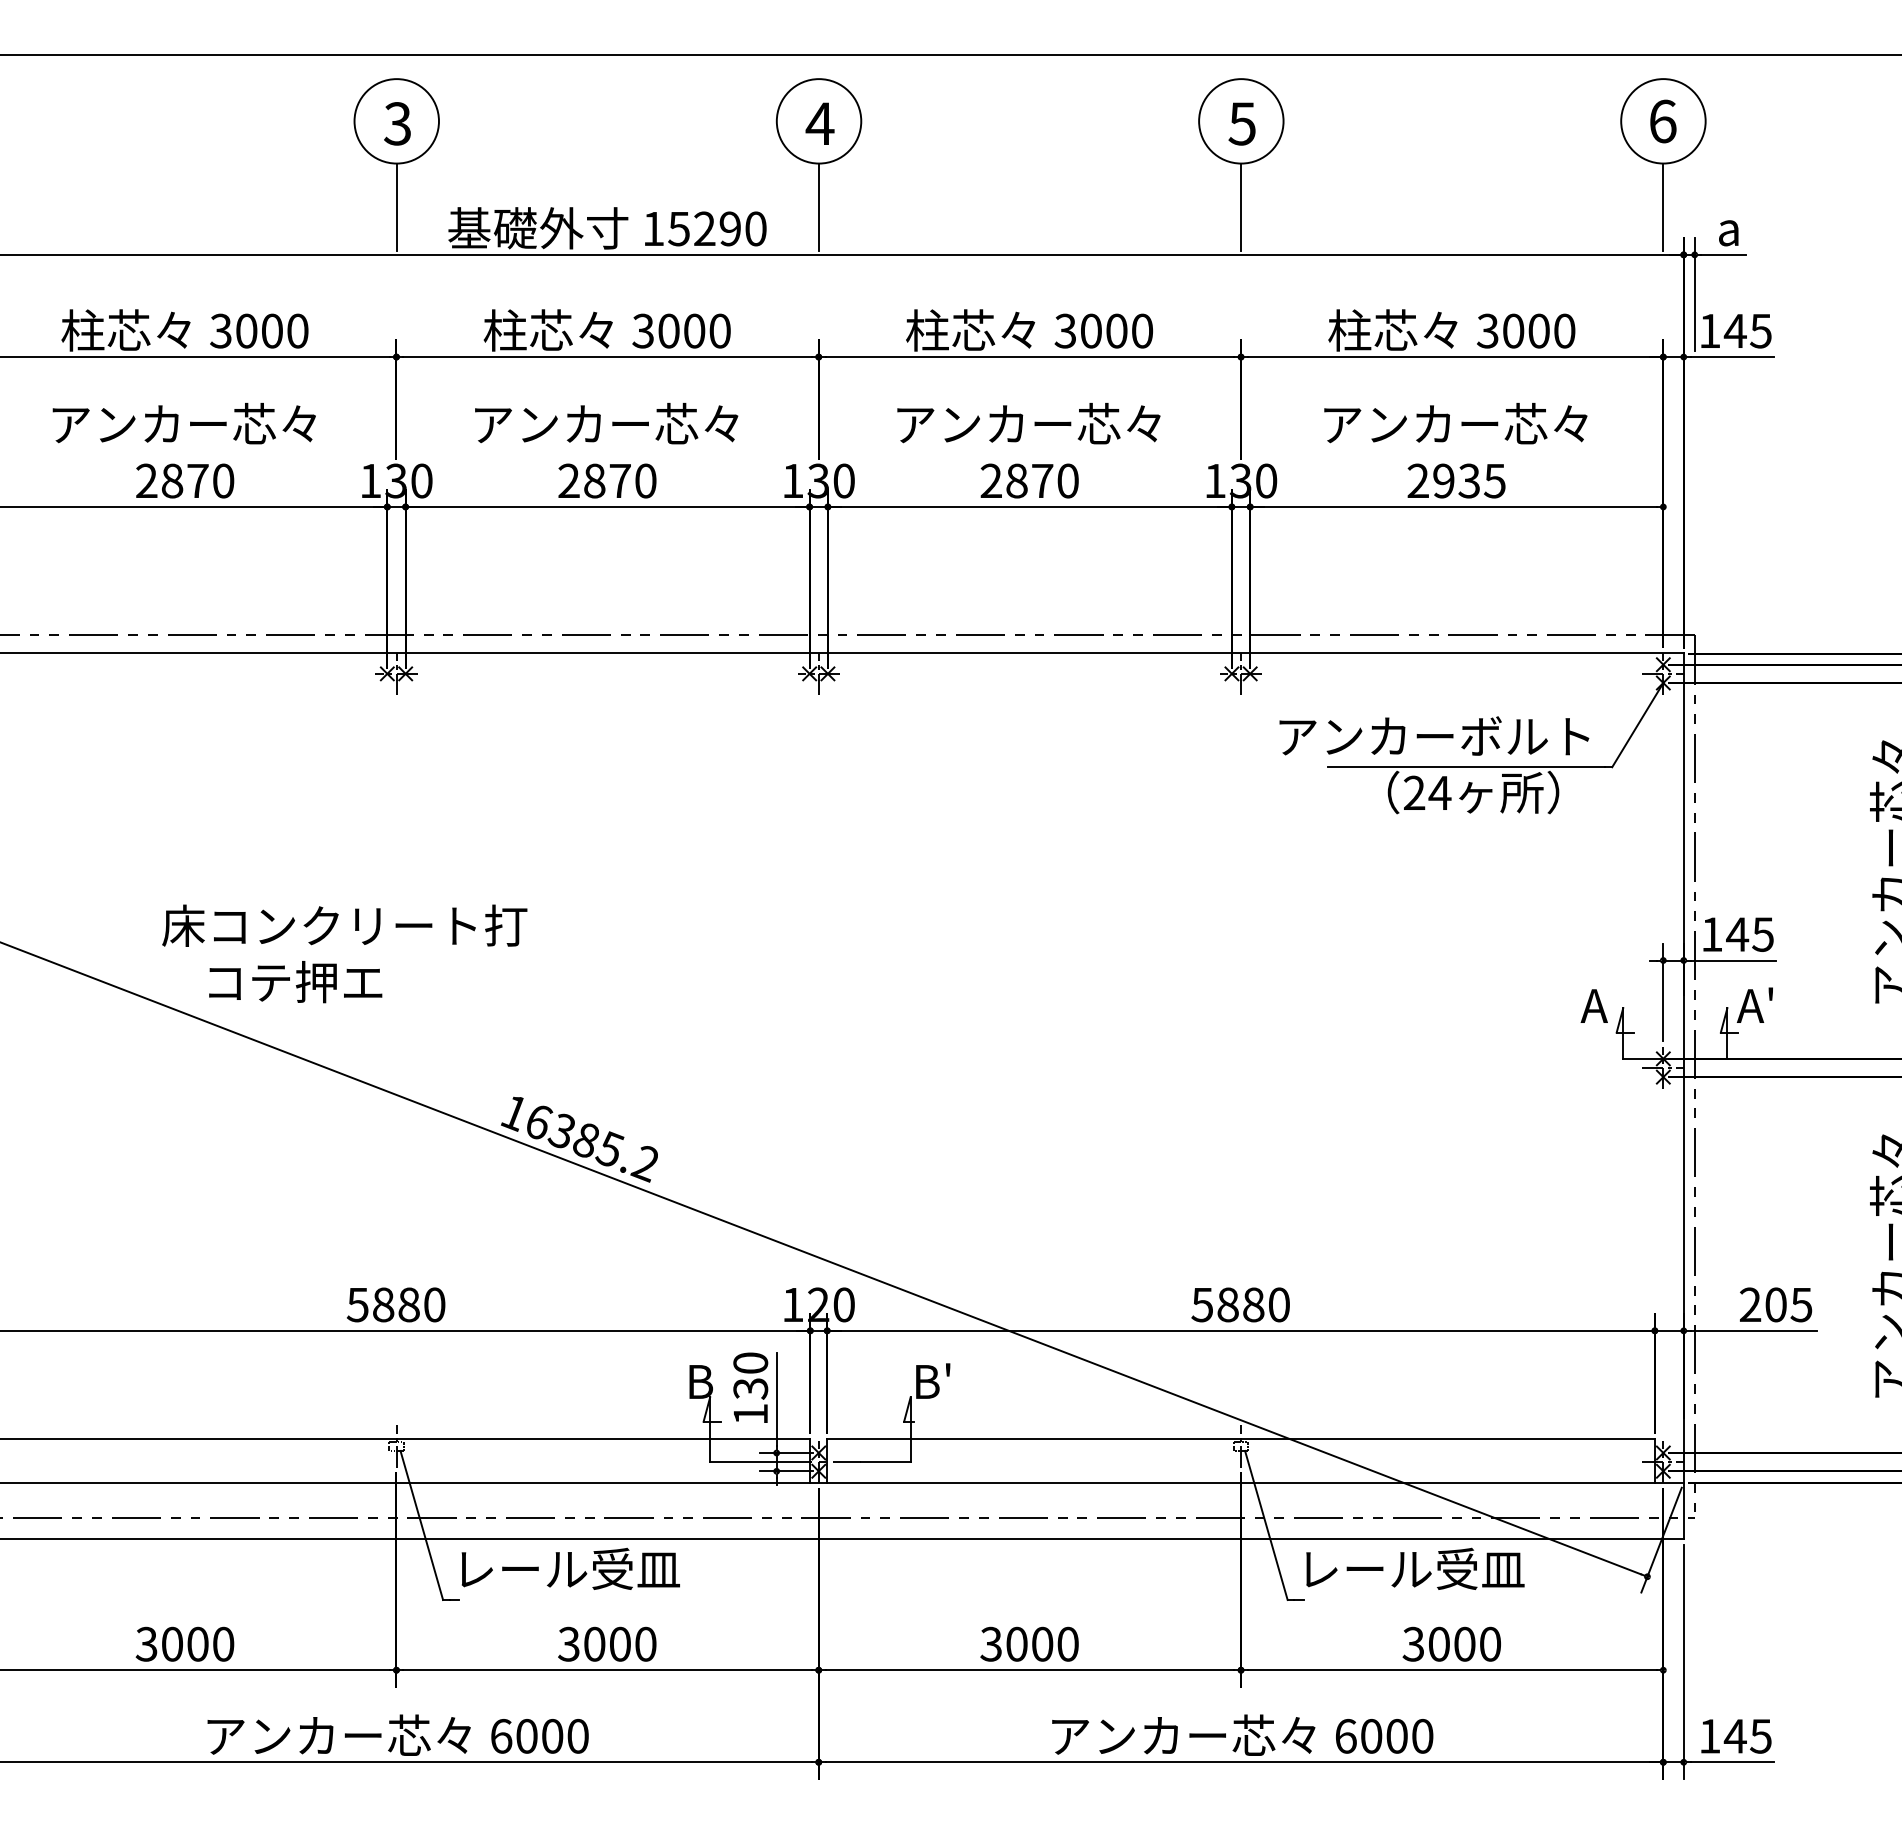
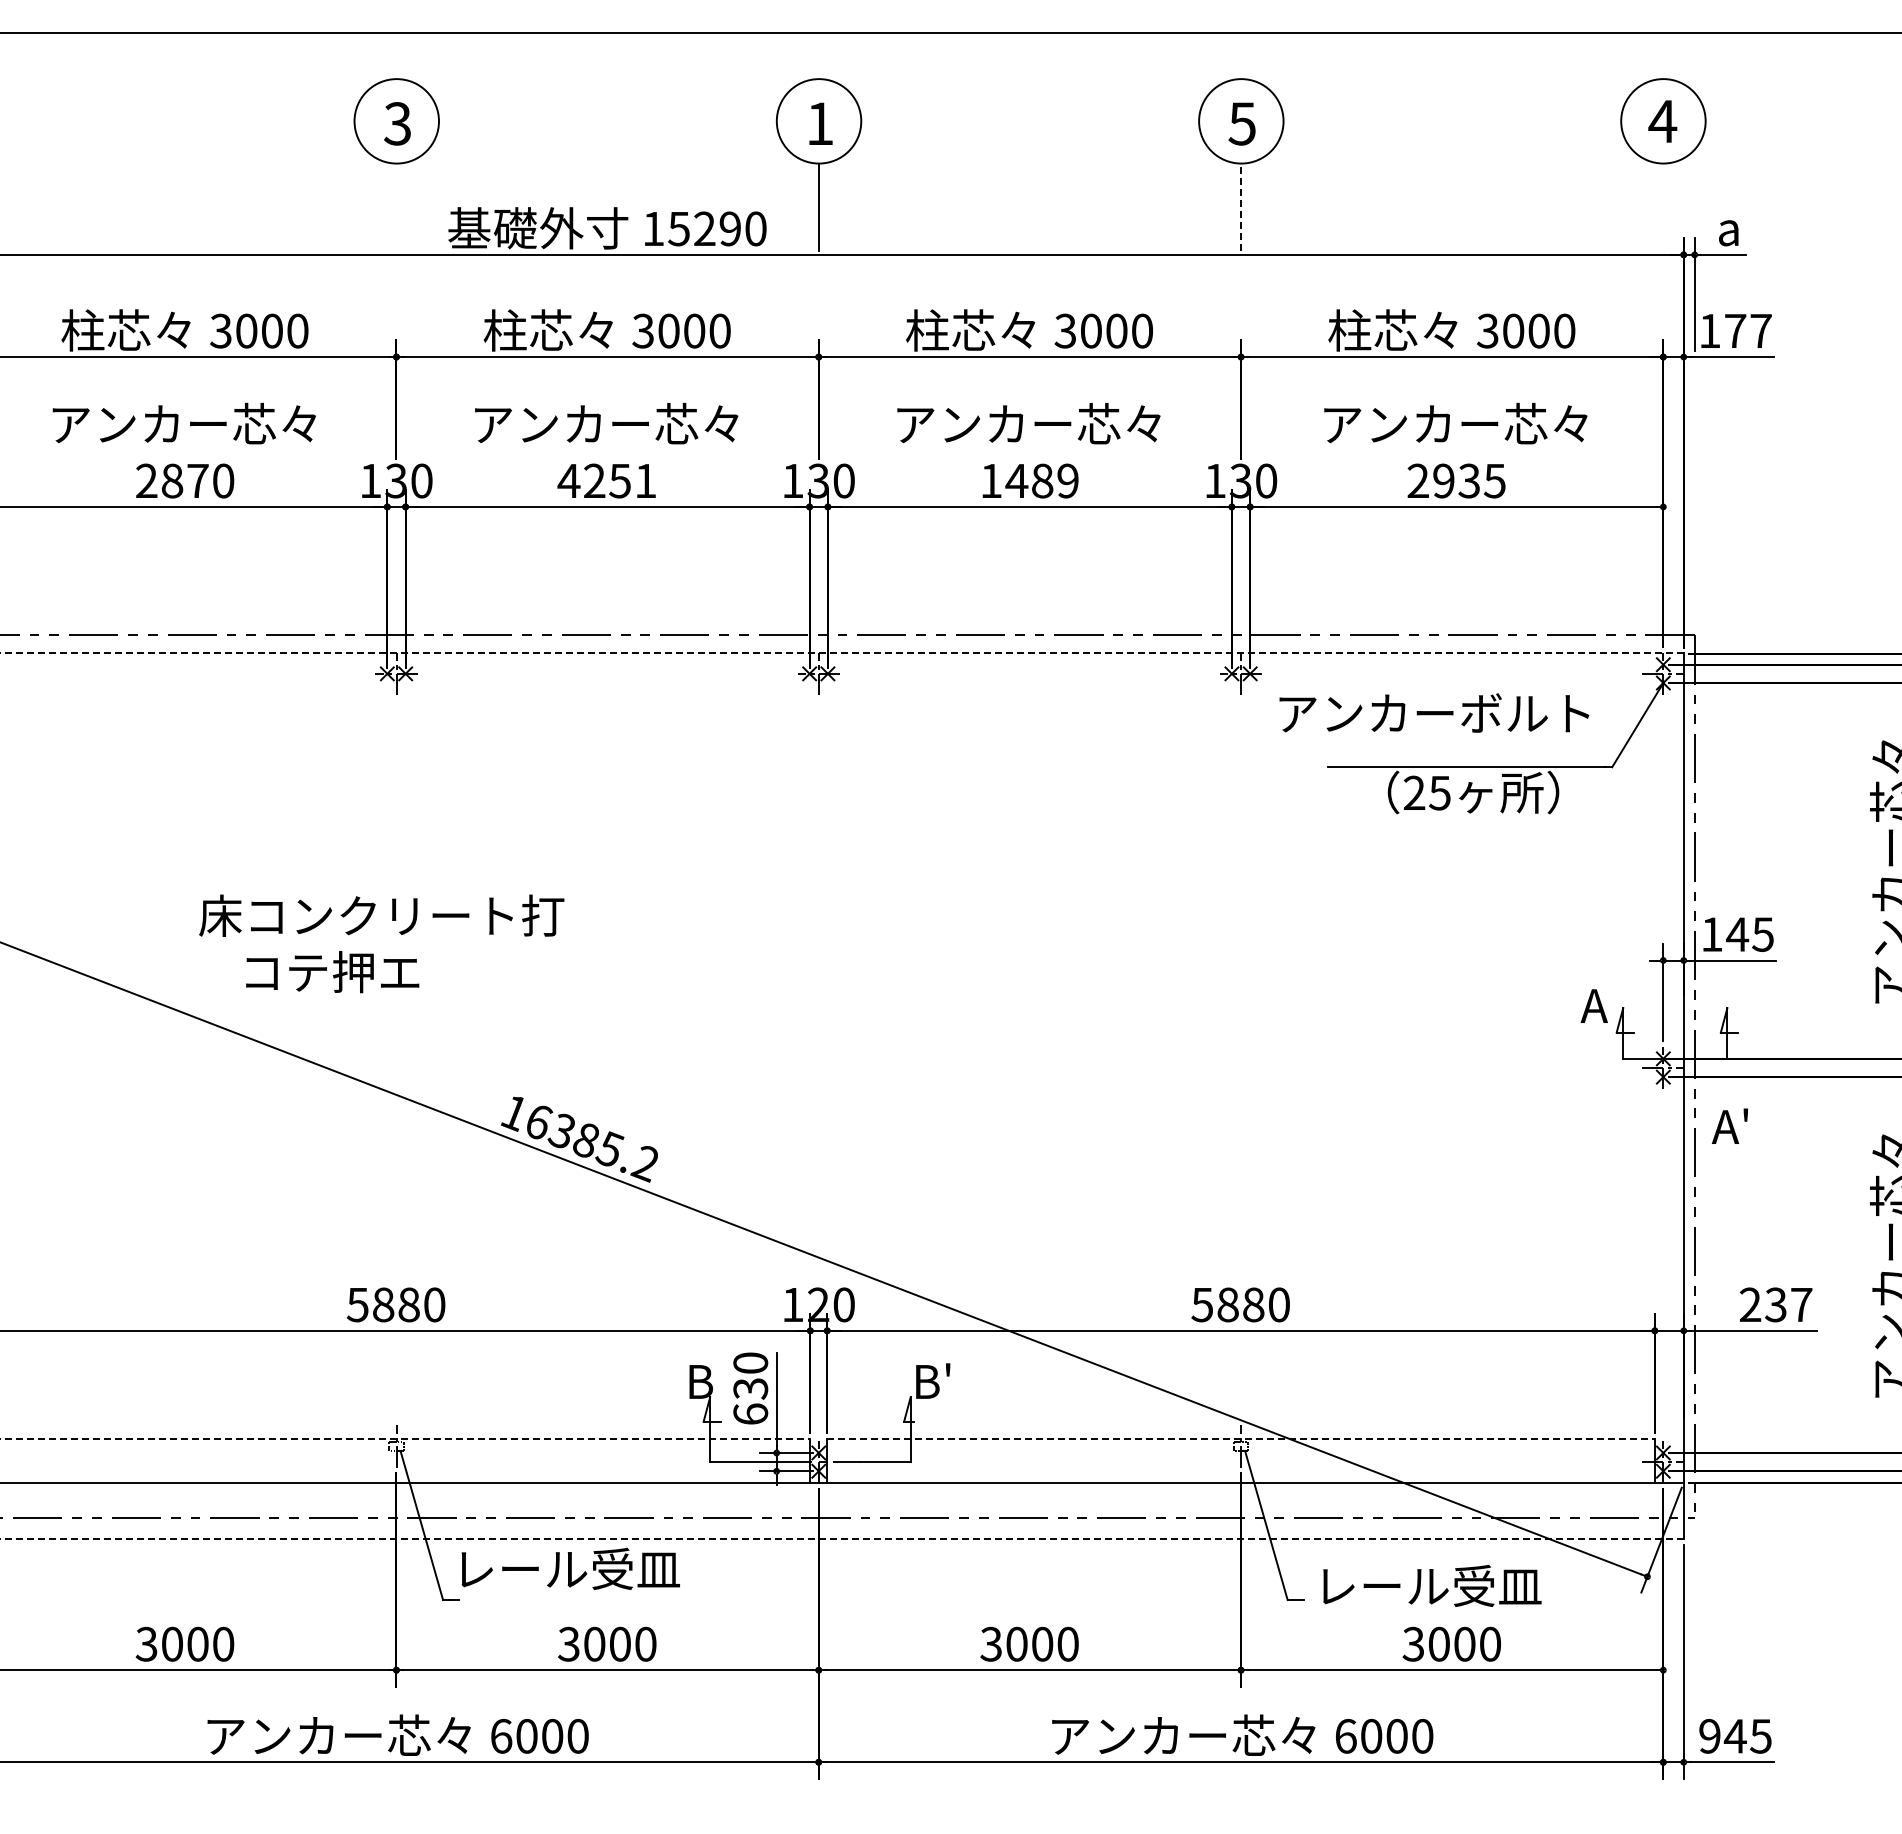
line at (950, 54) position: (950, 54) -> (950, 32)
text at (1662, 121): 6 -> 4
text at (819, 123): 4 -> 1
line at (396, 206): present -> none
line at (1241, 207): solid -> dashed
line at (1663, 207): present -> none
text at (1747, 331): 145 -> 177
text at (606, 480): 2870 -> 4251
text at (1029, 480): 2870 -> 1489
line at (842, 653): solid -> dashed
text at (1434, 735) position: (1434, 735) -> (1434, 712)
text at (1439, 793): 24 -> 25
text at (344, 953) position: (344, 953) -> (381, 943)
text at (1754, 1004) position: (1754, 1004) -> (1729, 1125)
text at (1788, 1304): 205 -> 237
text at (750, 1413): 130 -> 630
line at (405, 1438): solid -> dashed
line at (1241, 1438): solid -> dashed
line at (842, 1538): solid -> dashed
text at (1415, 1568) position: (1415, 1568) -> (1432, 1585)
text at (1709, 1736): 145 -> 945
